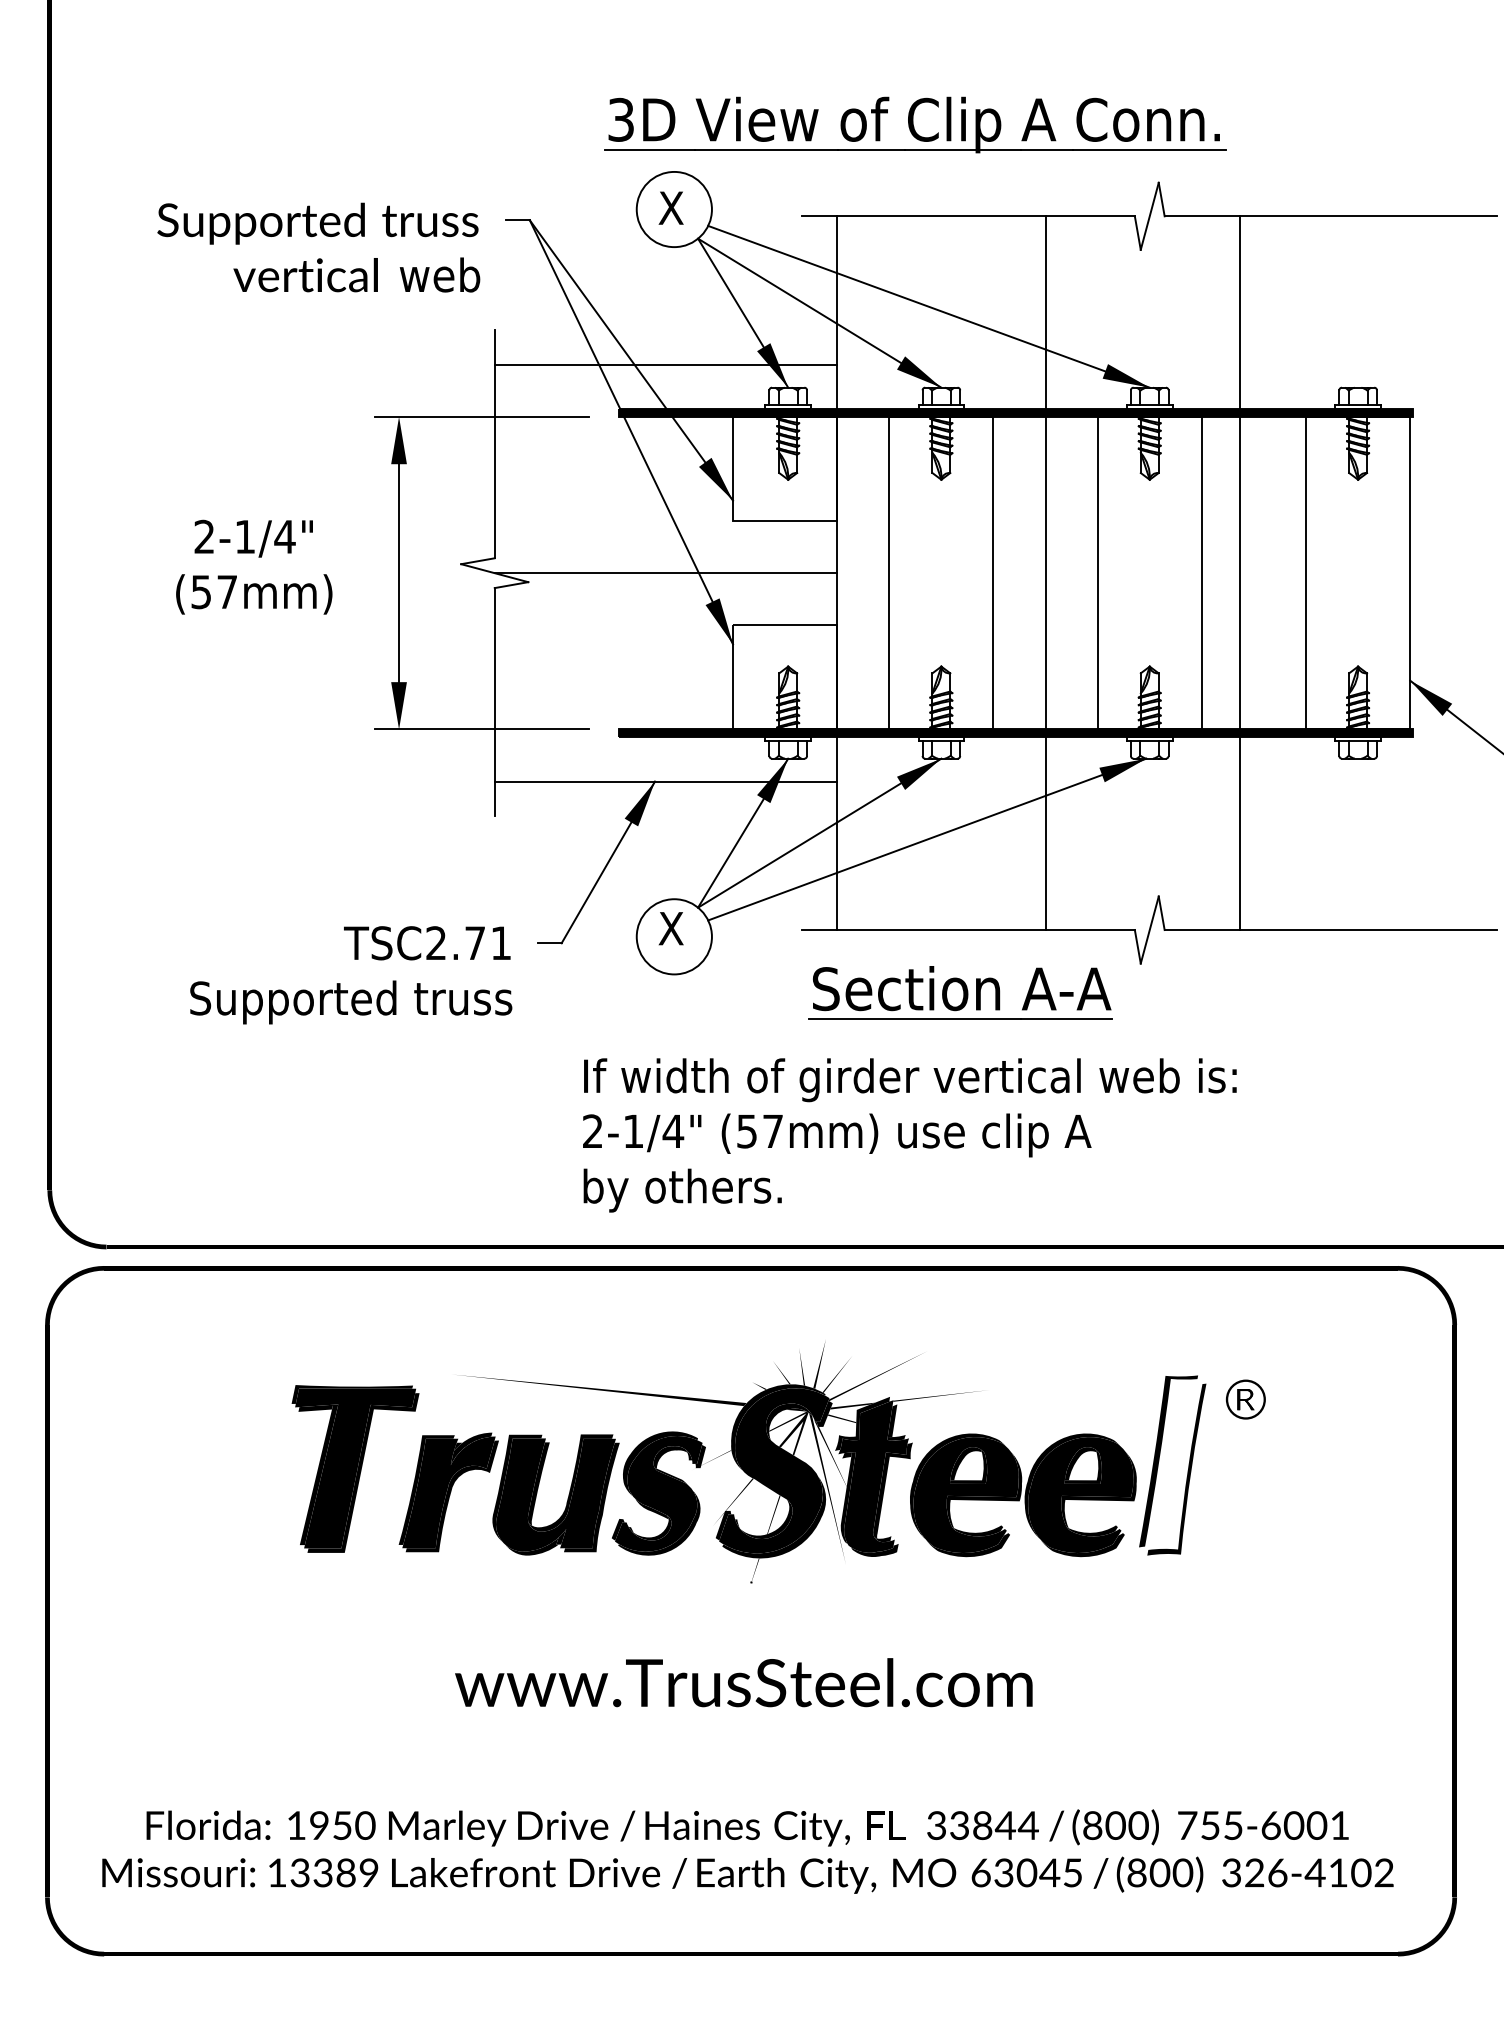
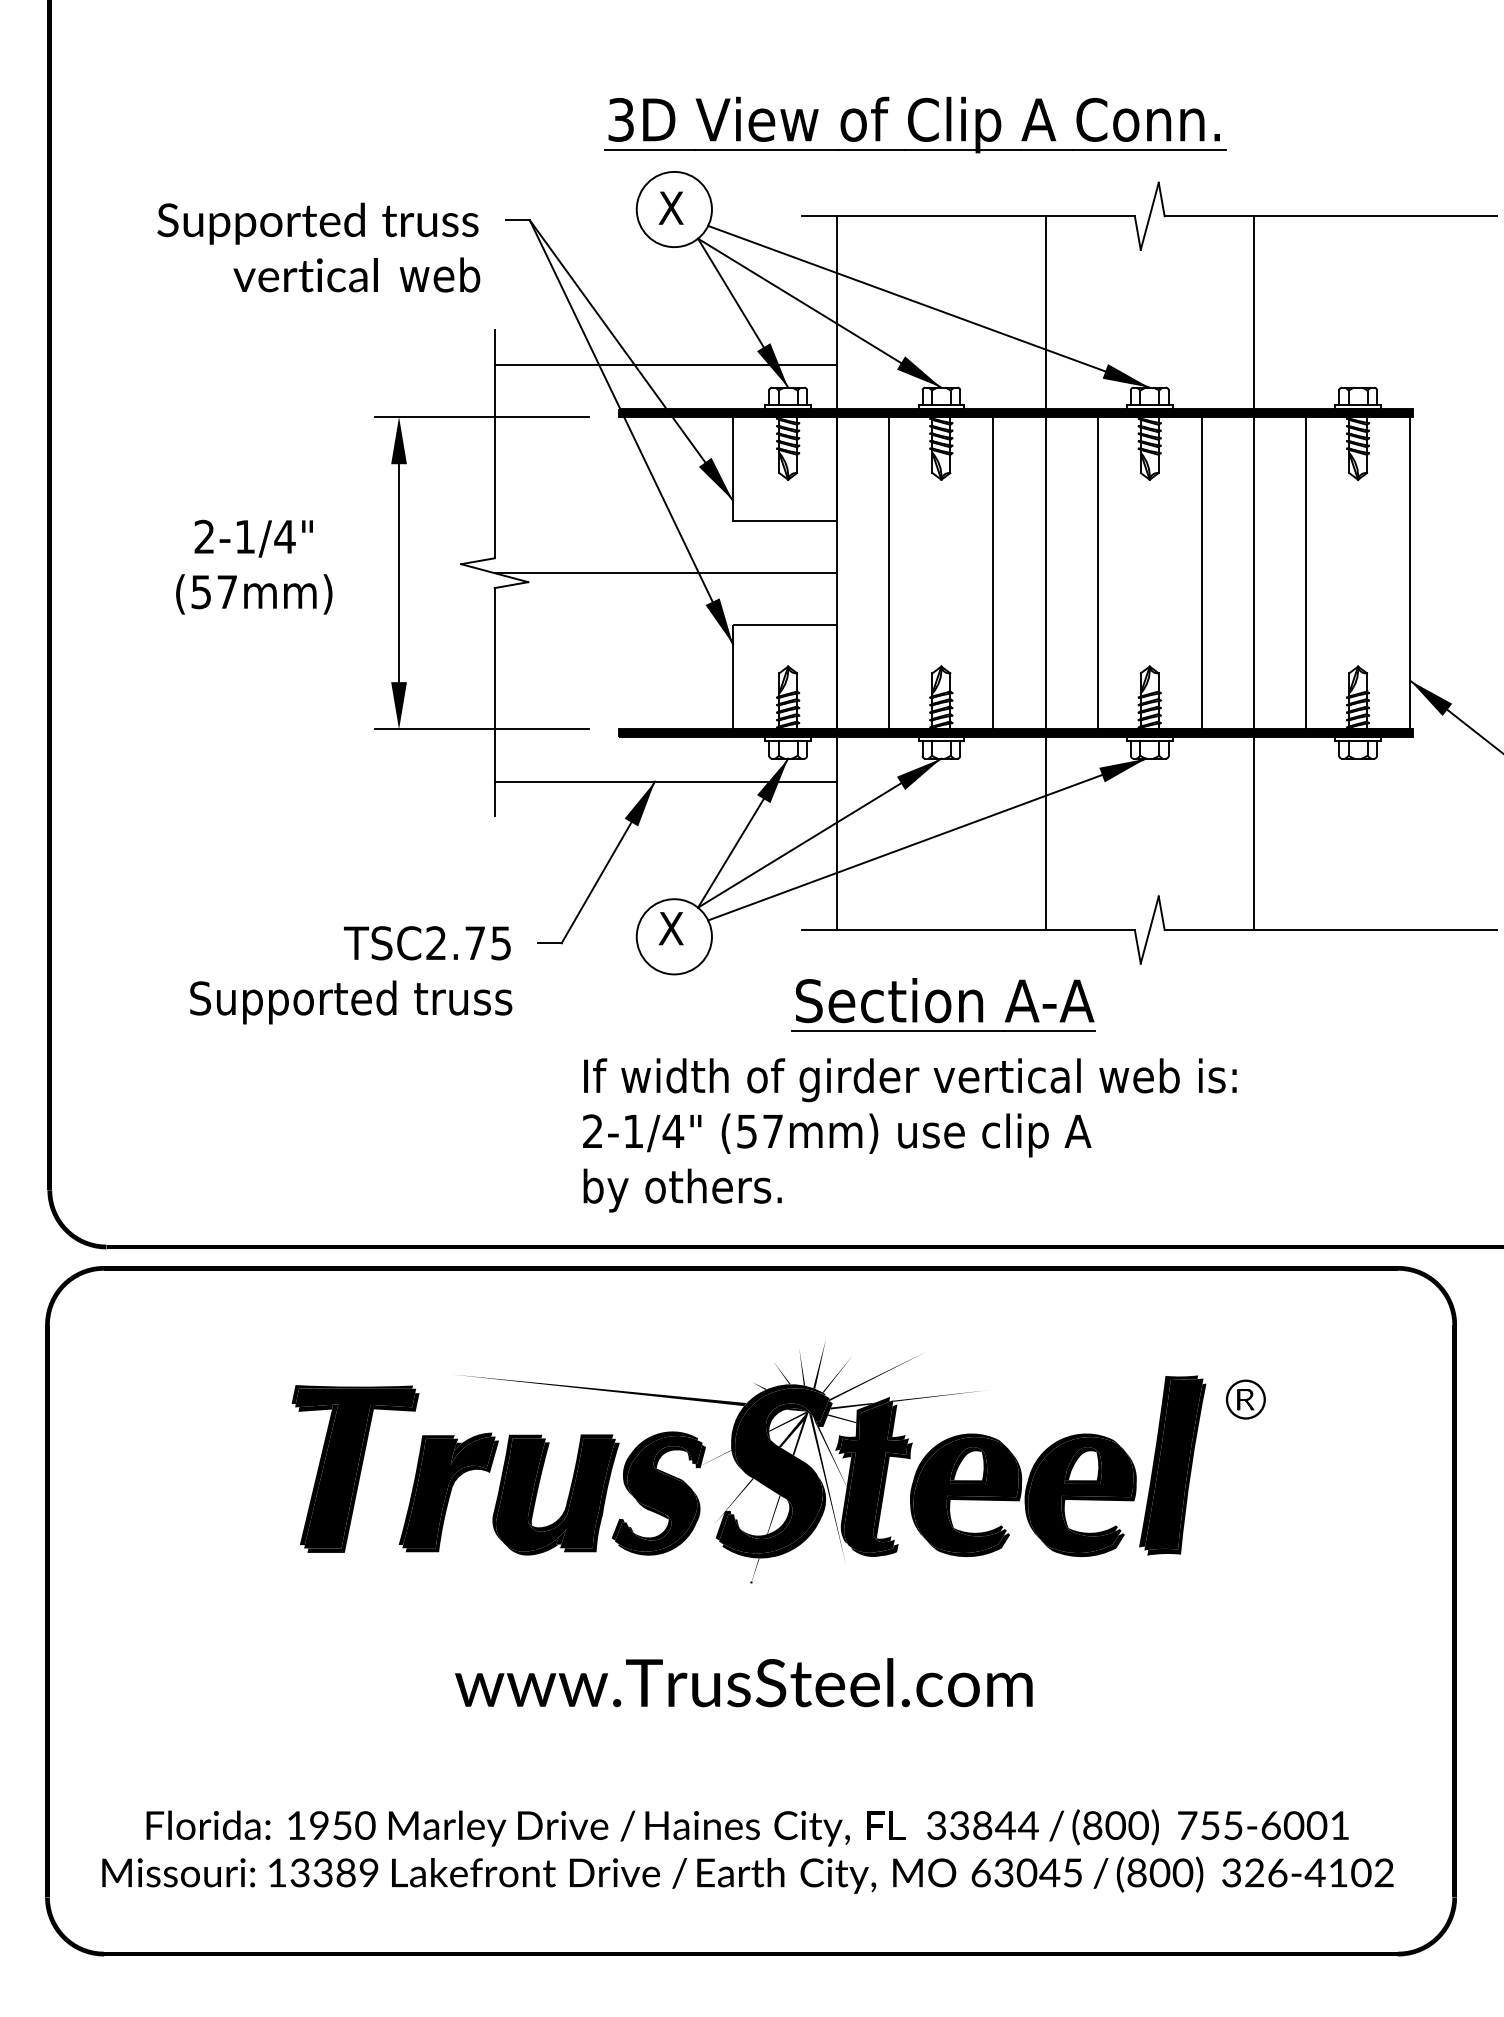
line at (1239, 573) position: (1239, 573) -> (1253, 573)
text at (500, 943): TSC2.71 -> TSC2.75
part at (960, 992) position: (960, 992) -> (943, 1004)
fill at (1173, 1464): none -> present
